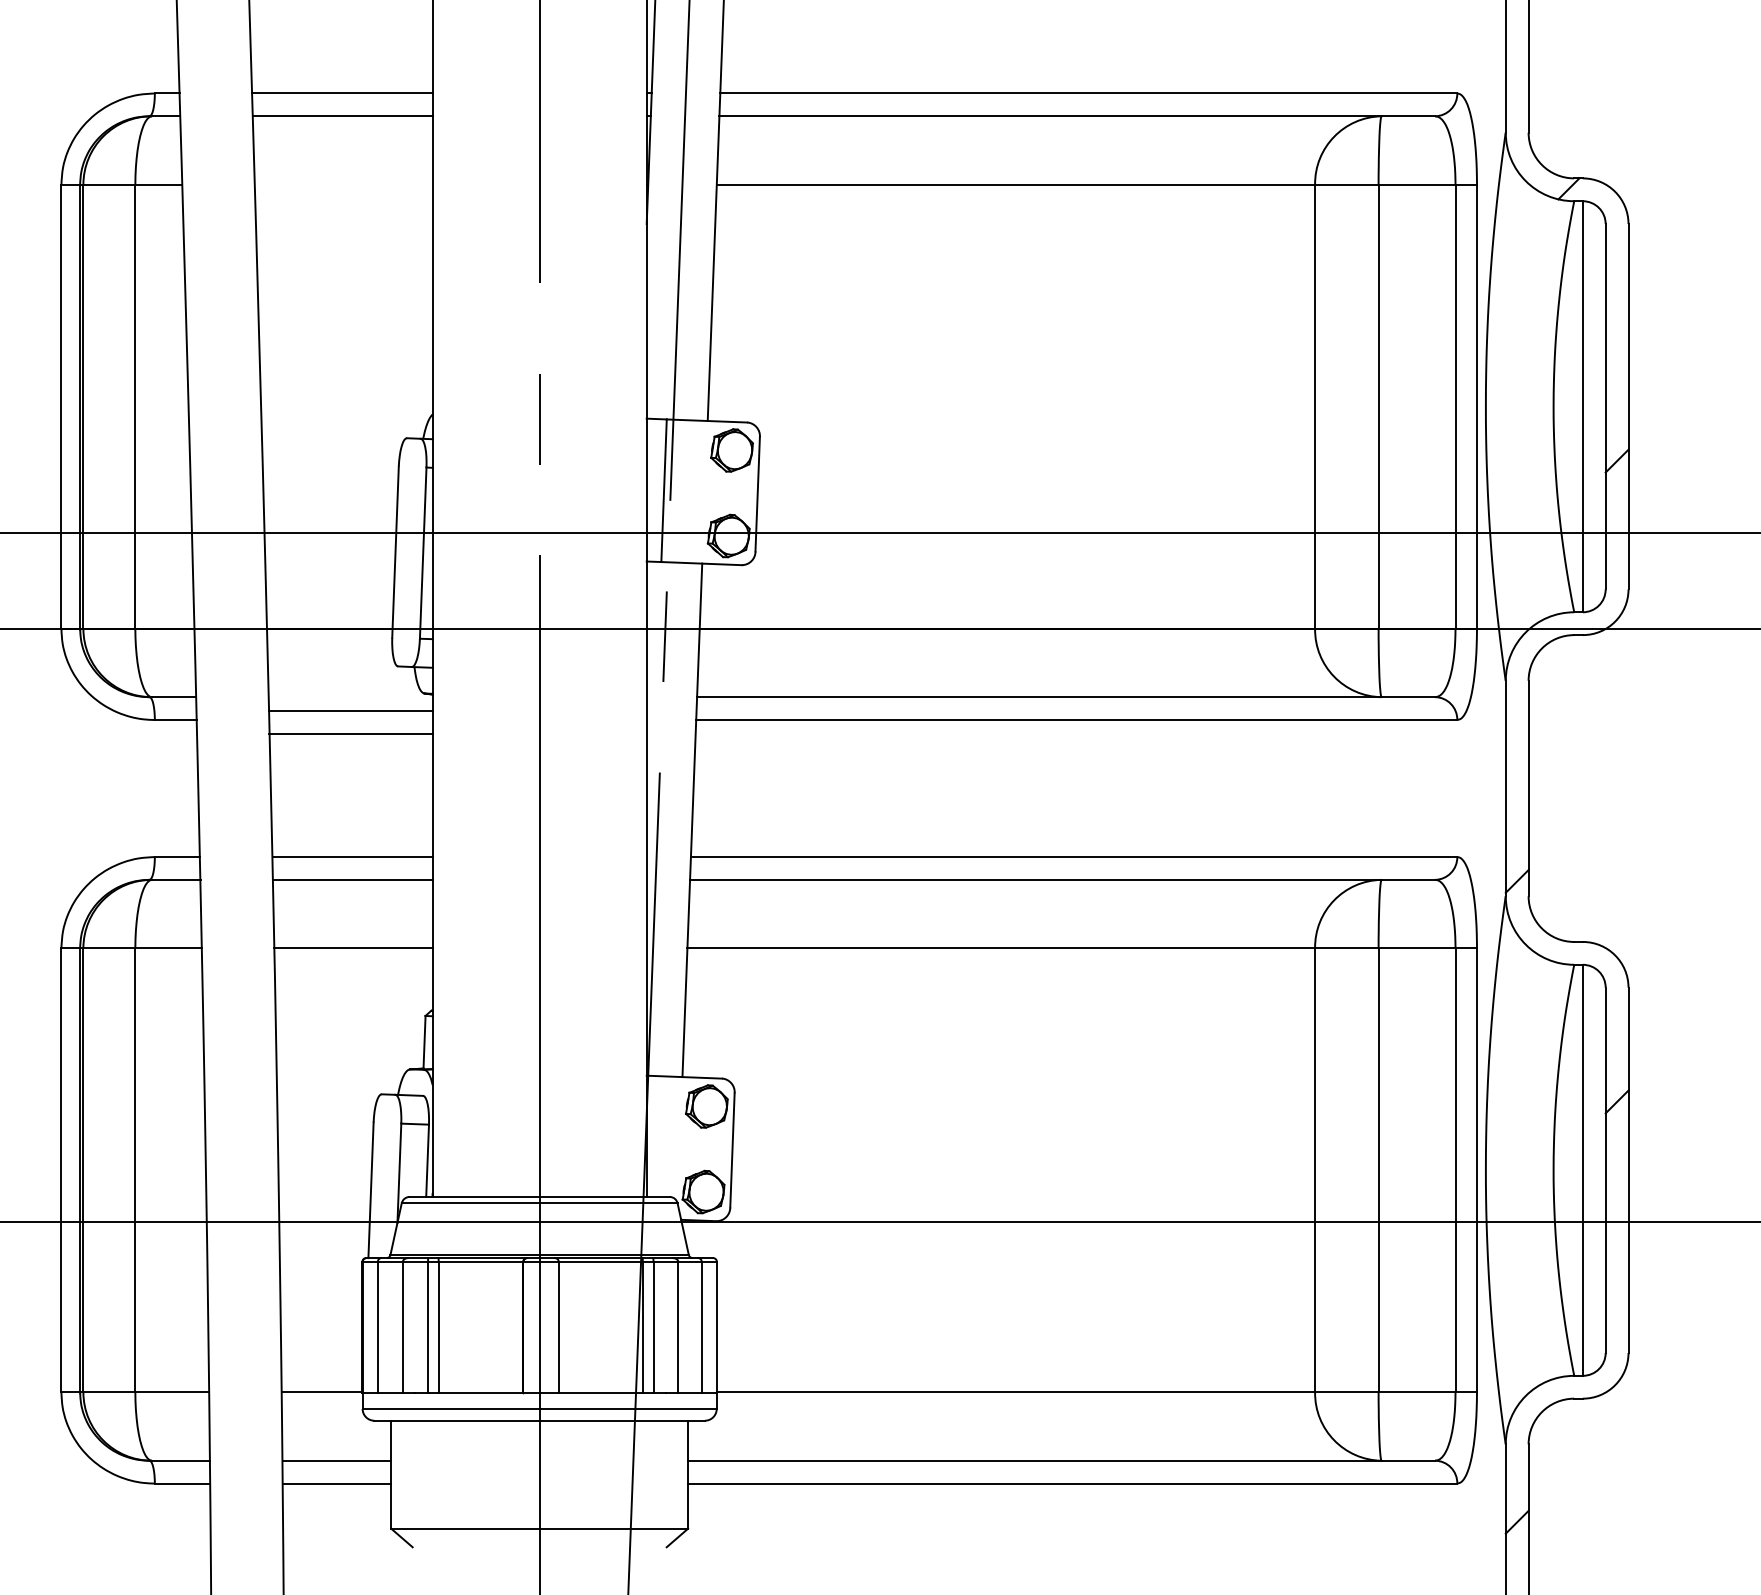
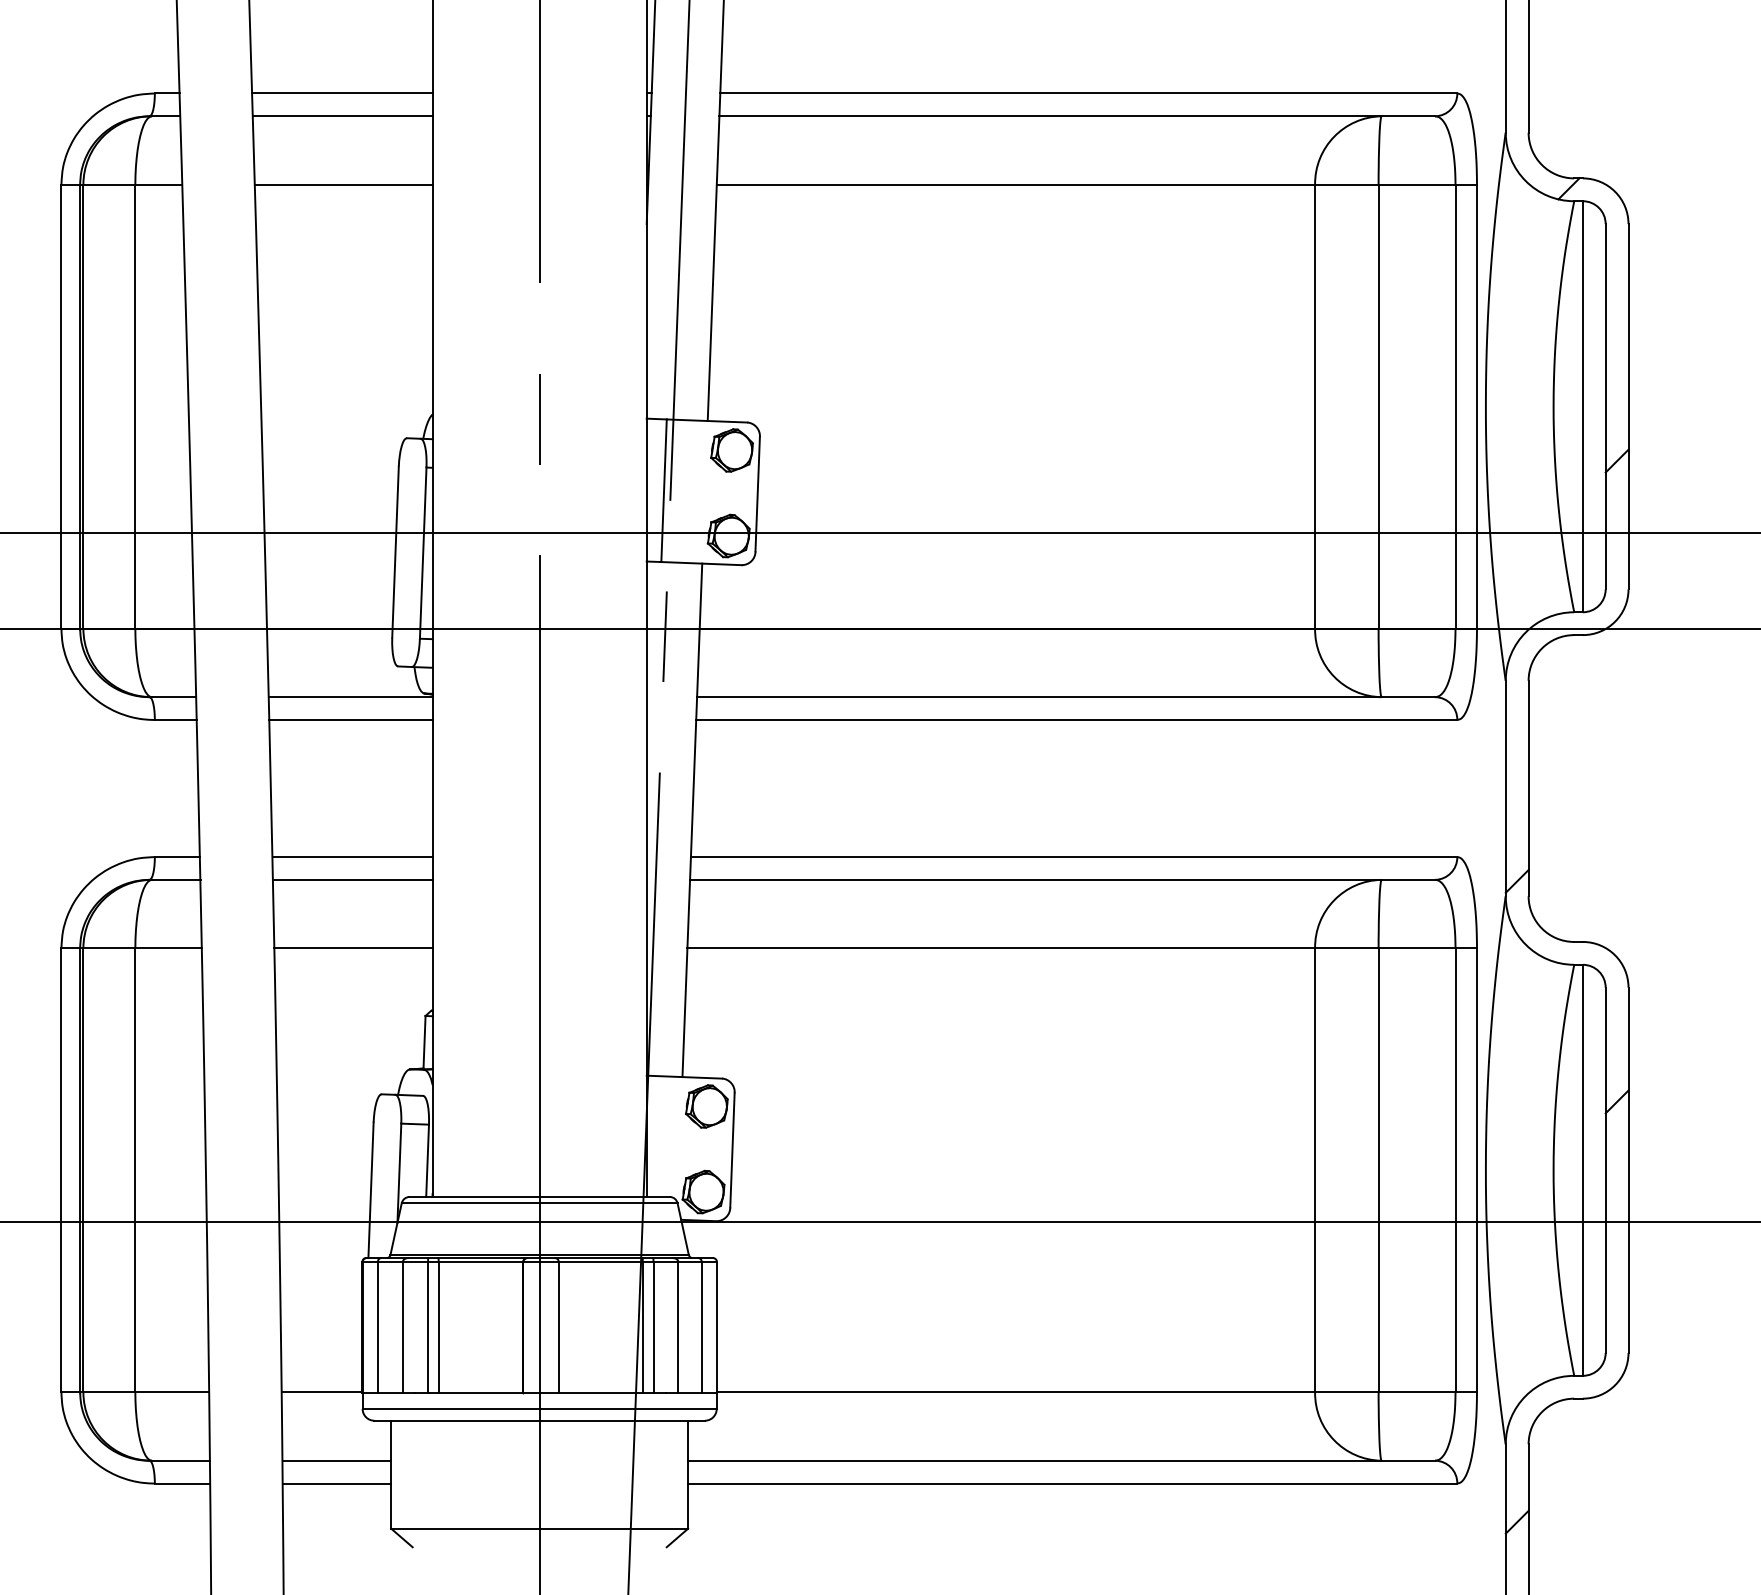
line at (343, 184): none -> present
line at (350, 711) position: (350, 711) -> (350, 697)
line at (350, 734) position: (350, 734) -> (350, 720)
